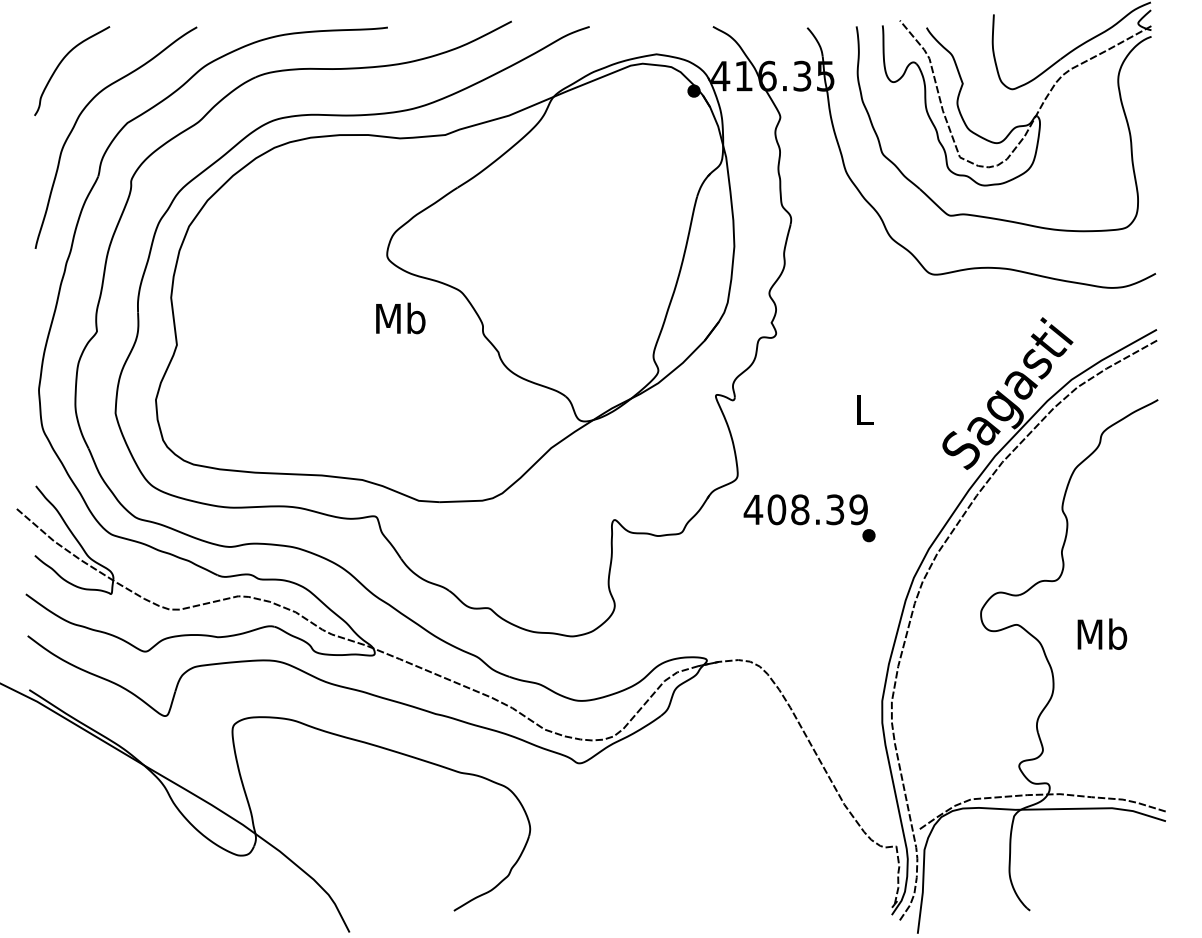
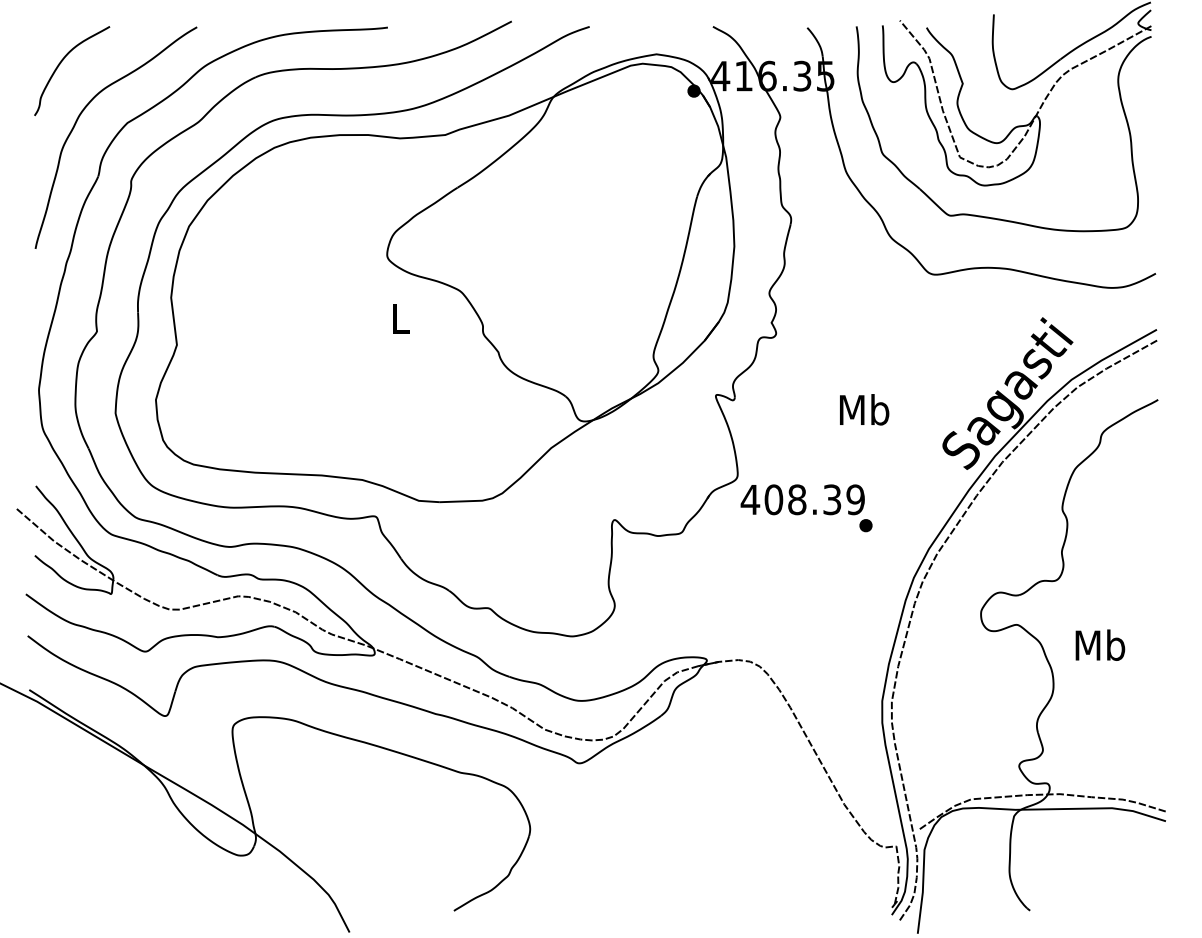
text at (400, 318): Mb -> L
text at (864, 409): L -> Mb
text at (809, 518) position: (809, 518) -> (806, 508)
text at (1102, 633) position: (1102, 633) -> (1100, 644)
